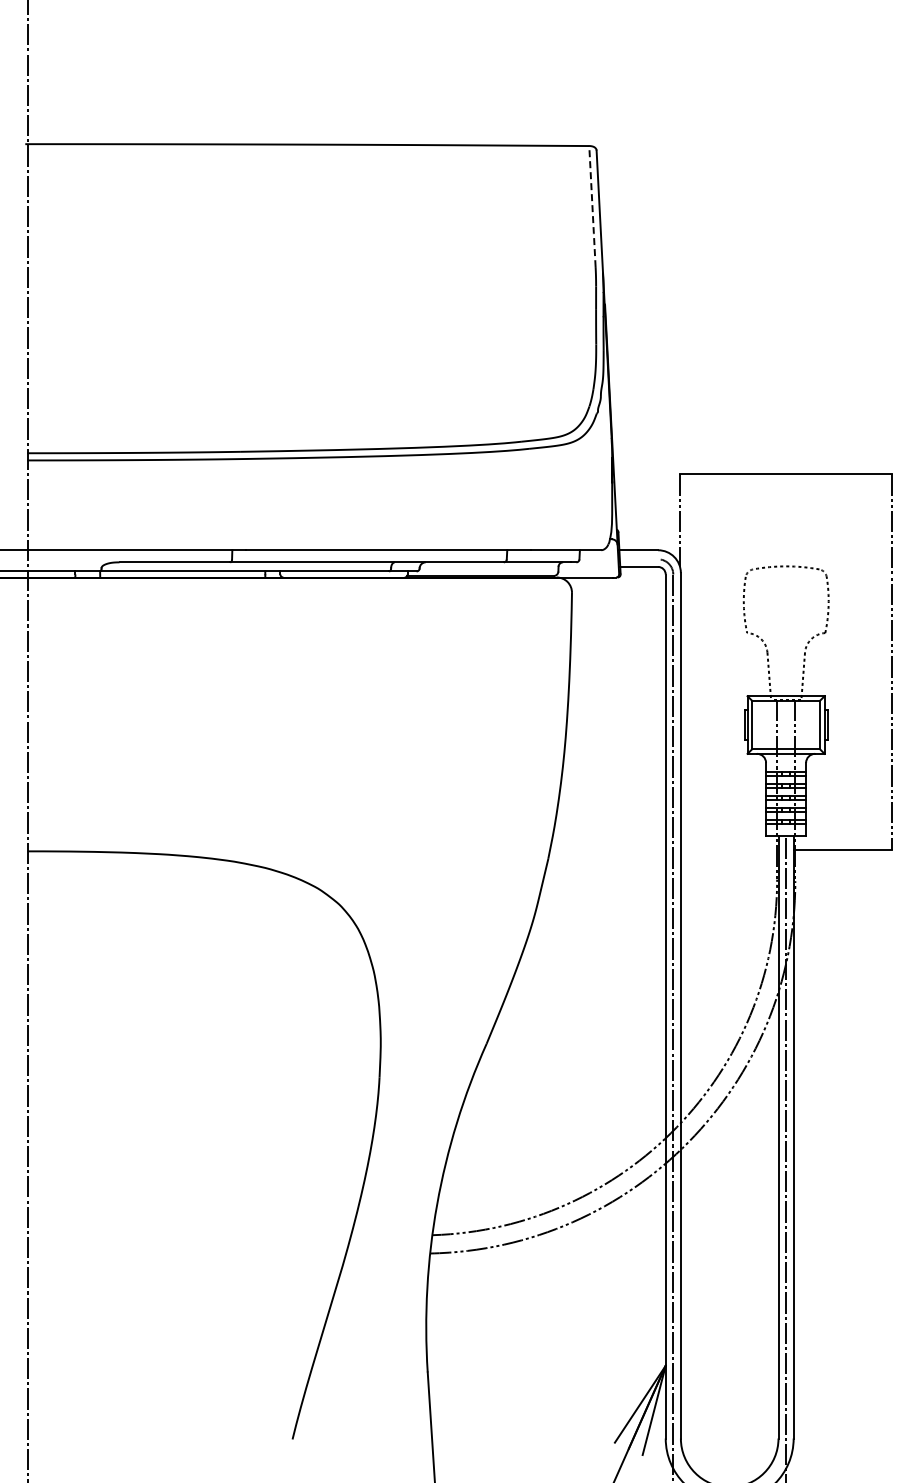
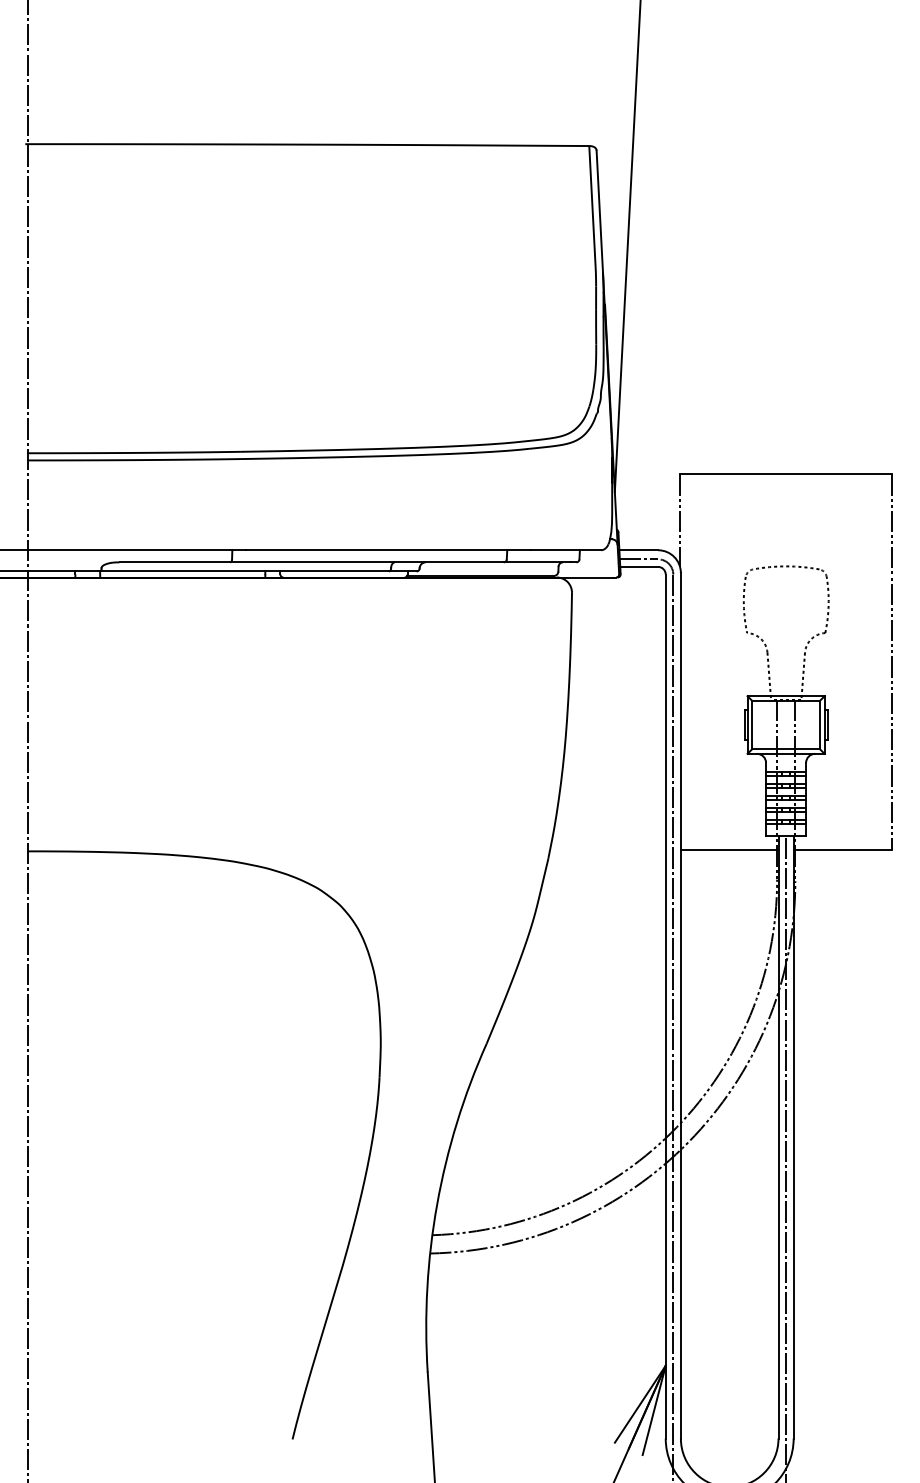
line at (592, 207): dashed -> solid
line at (627, 246): none -> present
line at (638, 559): none -> present
line at (728, 850): none -> present
